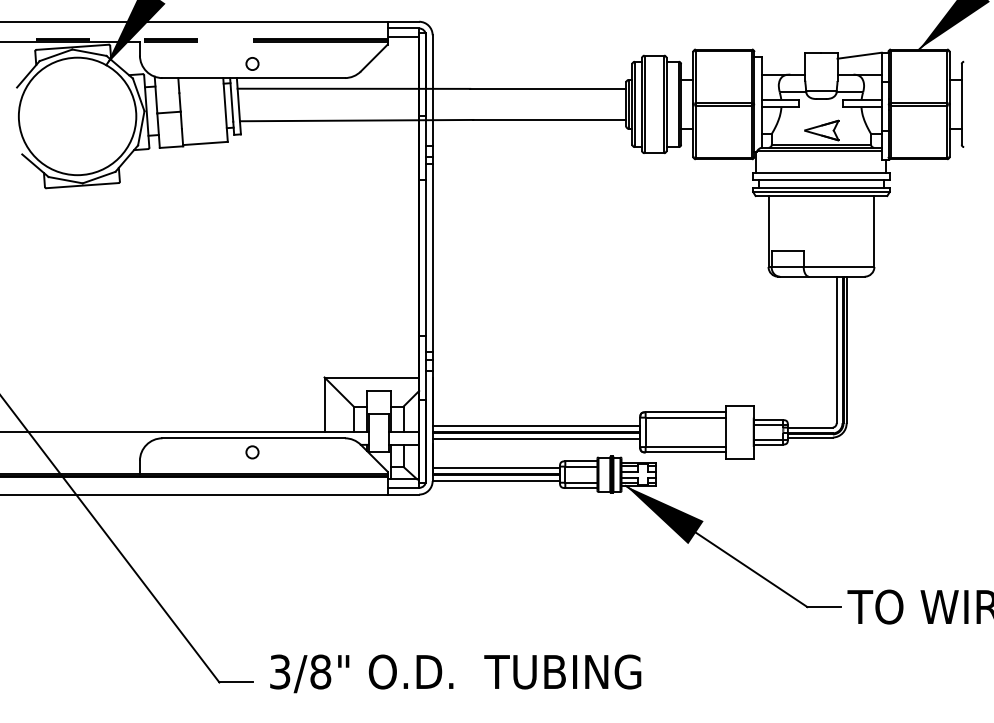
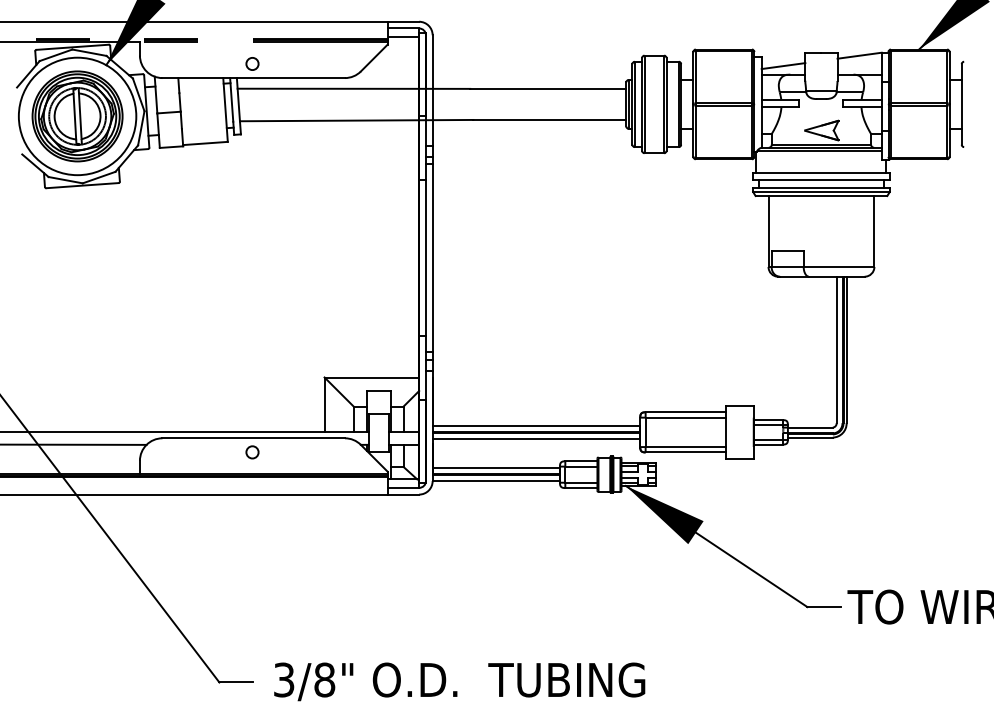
line at (783, 66): none -> present
part at (77, 116): none -> present
line at (74, 444): none -> present
text at (455, 673) position: (455, 673) -> (459, 681)
